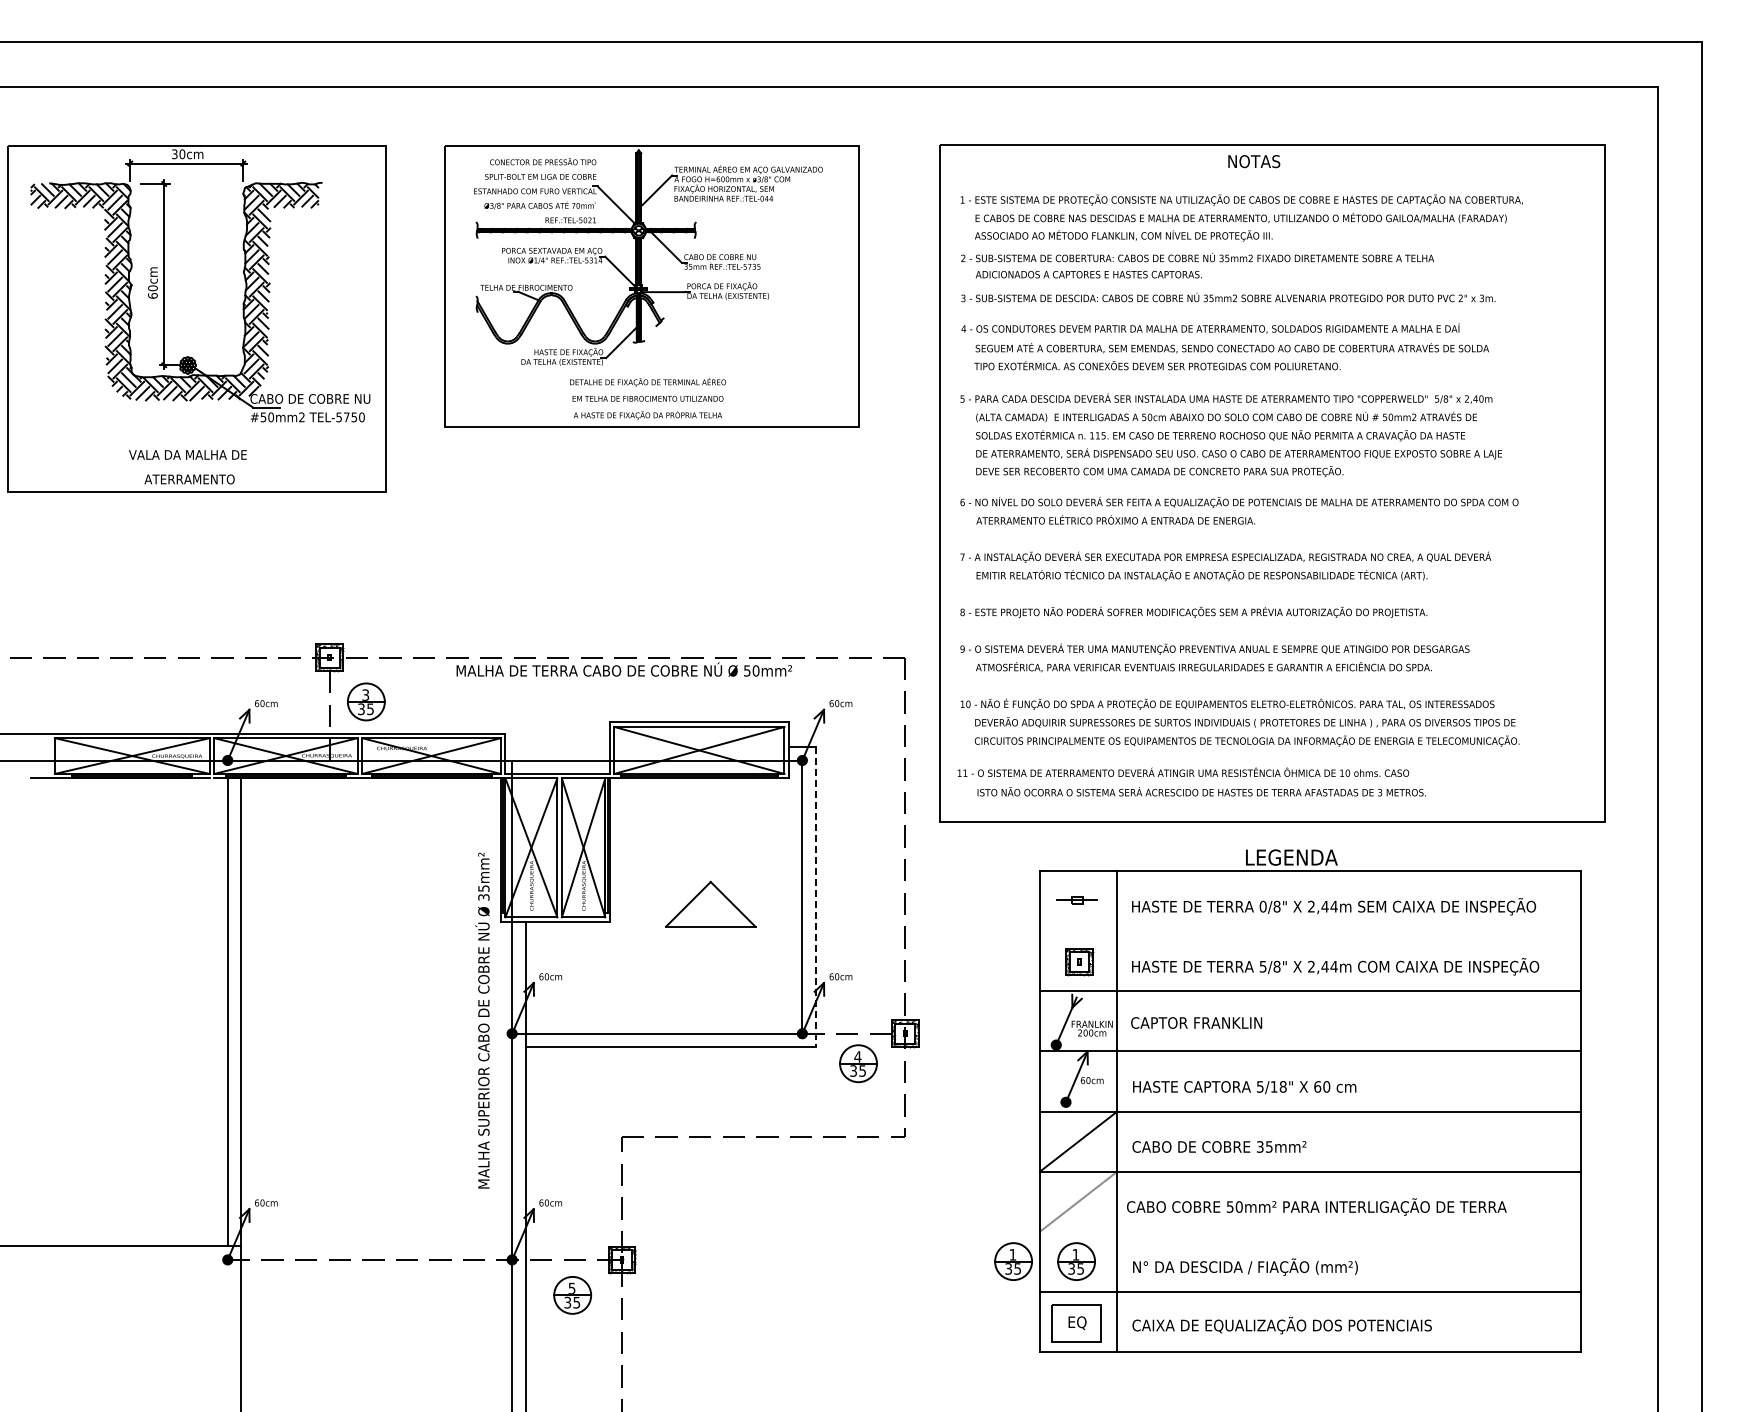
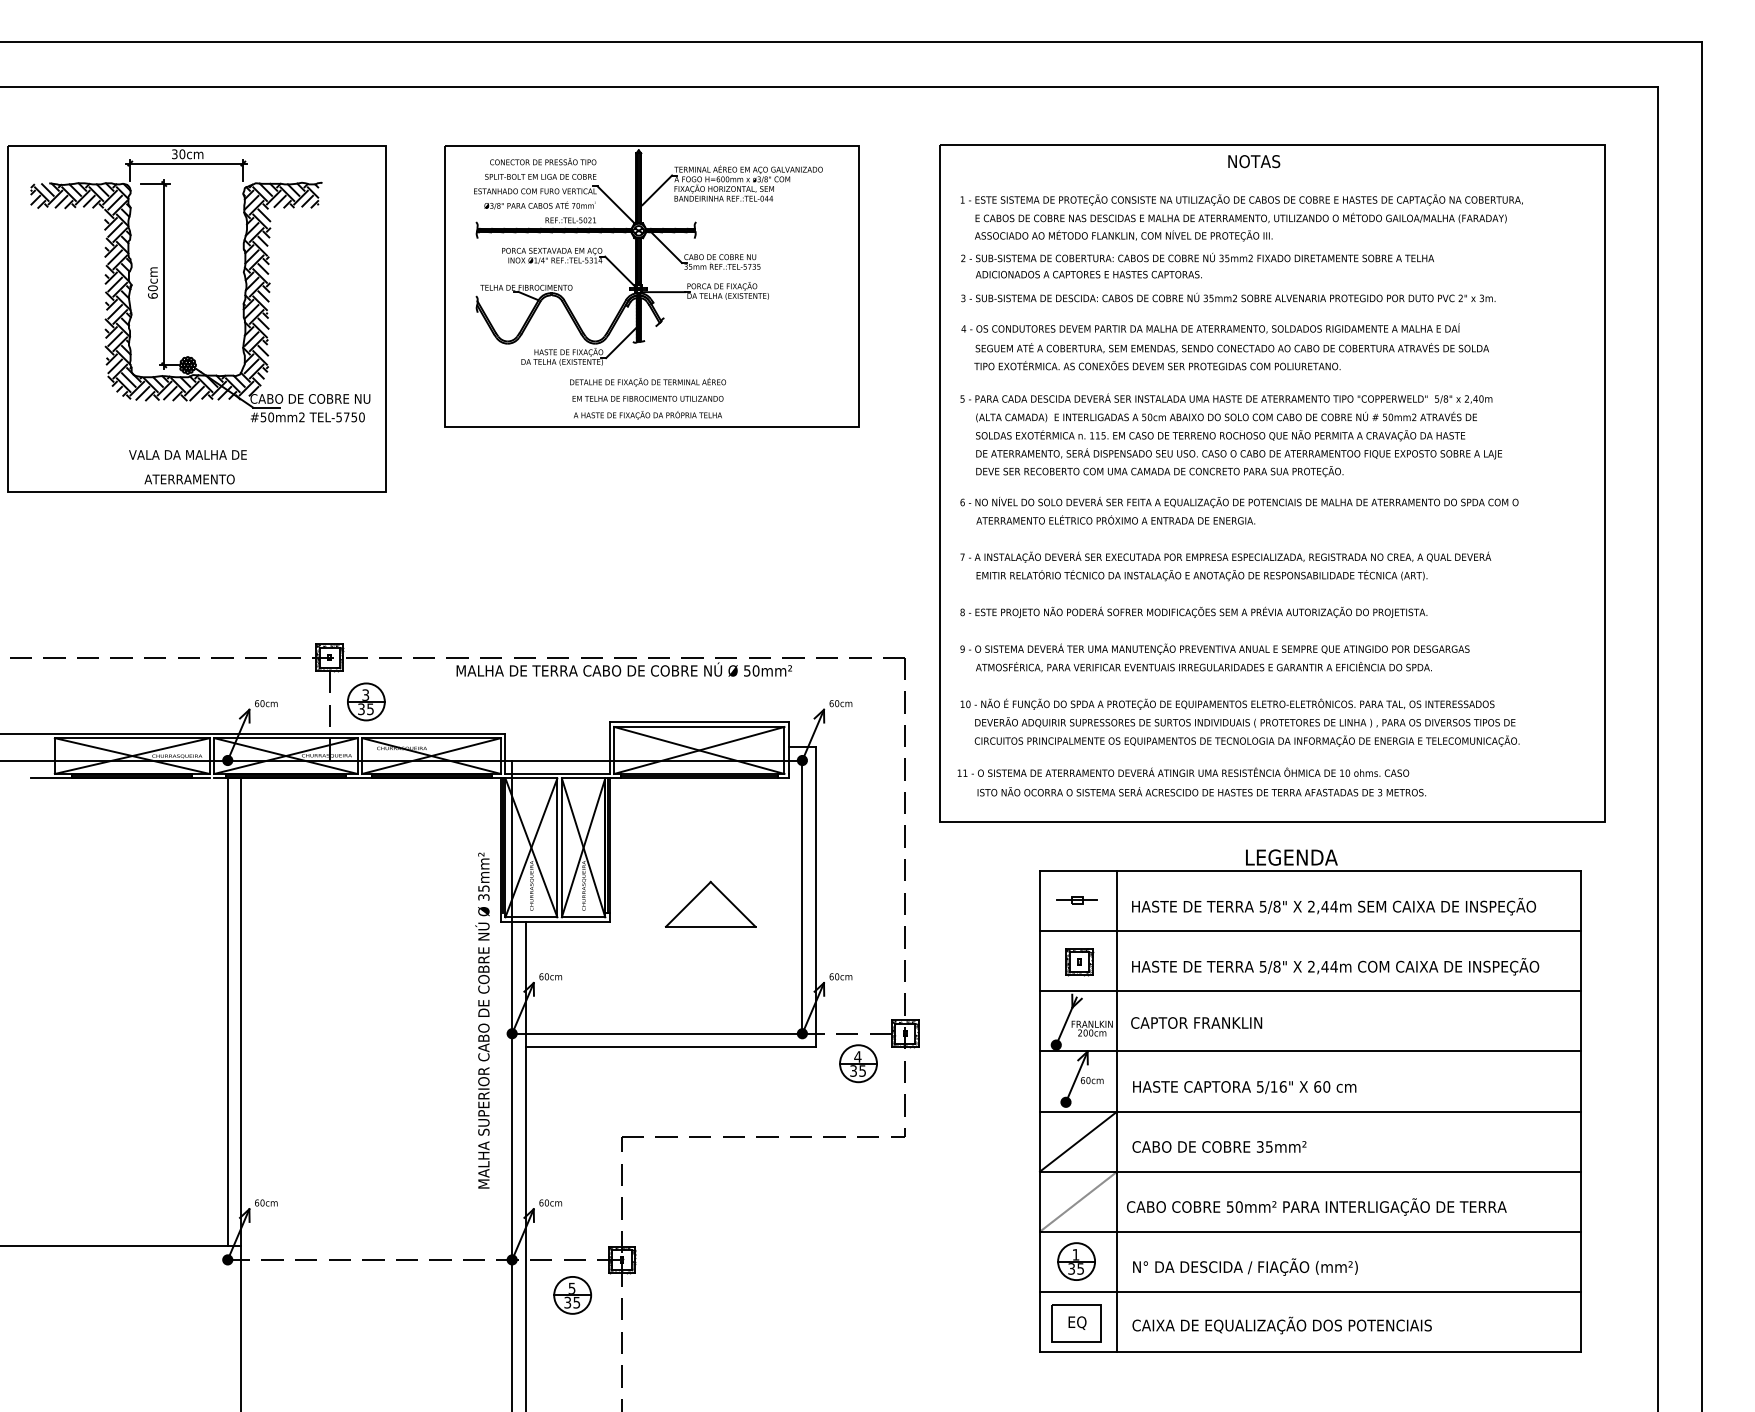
line at (815, 897): dashed -> solid
text at (1262, 906): 0/8" -> 5/8"
line at (1310, 931): none -> present
text at (1282, 1086): 5/18" -> 5/16"
line at (1310, 1231): none -> present
part at (1013, 1261): present -> none
